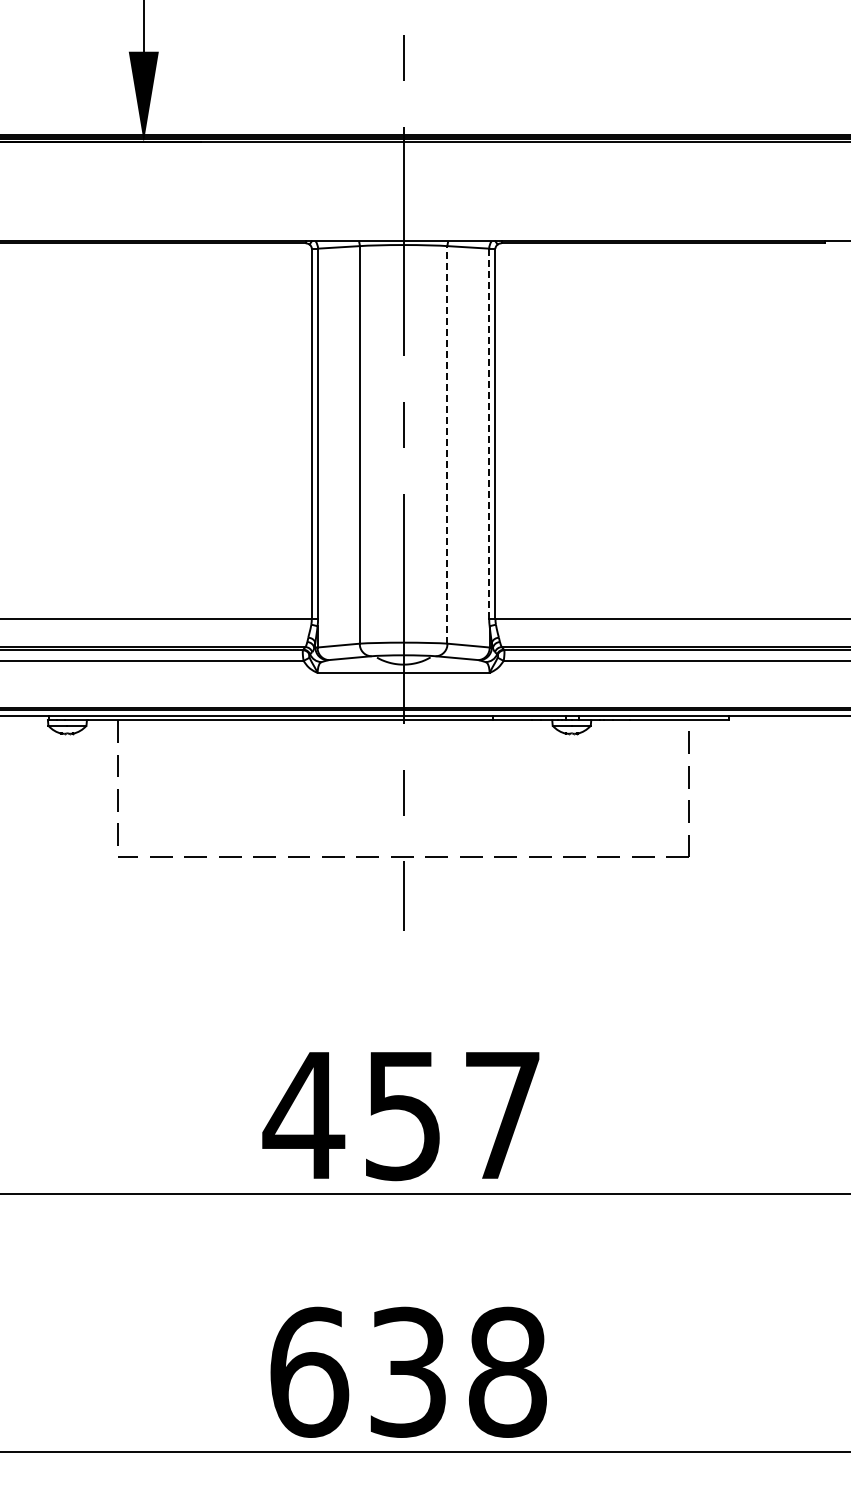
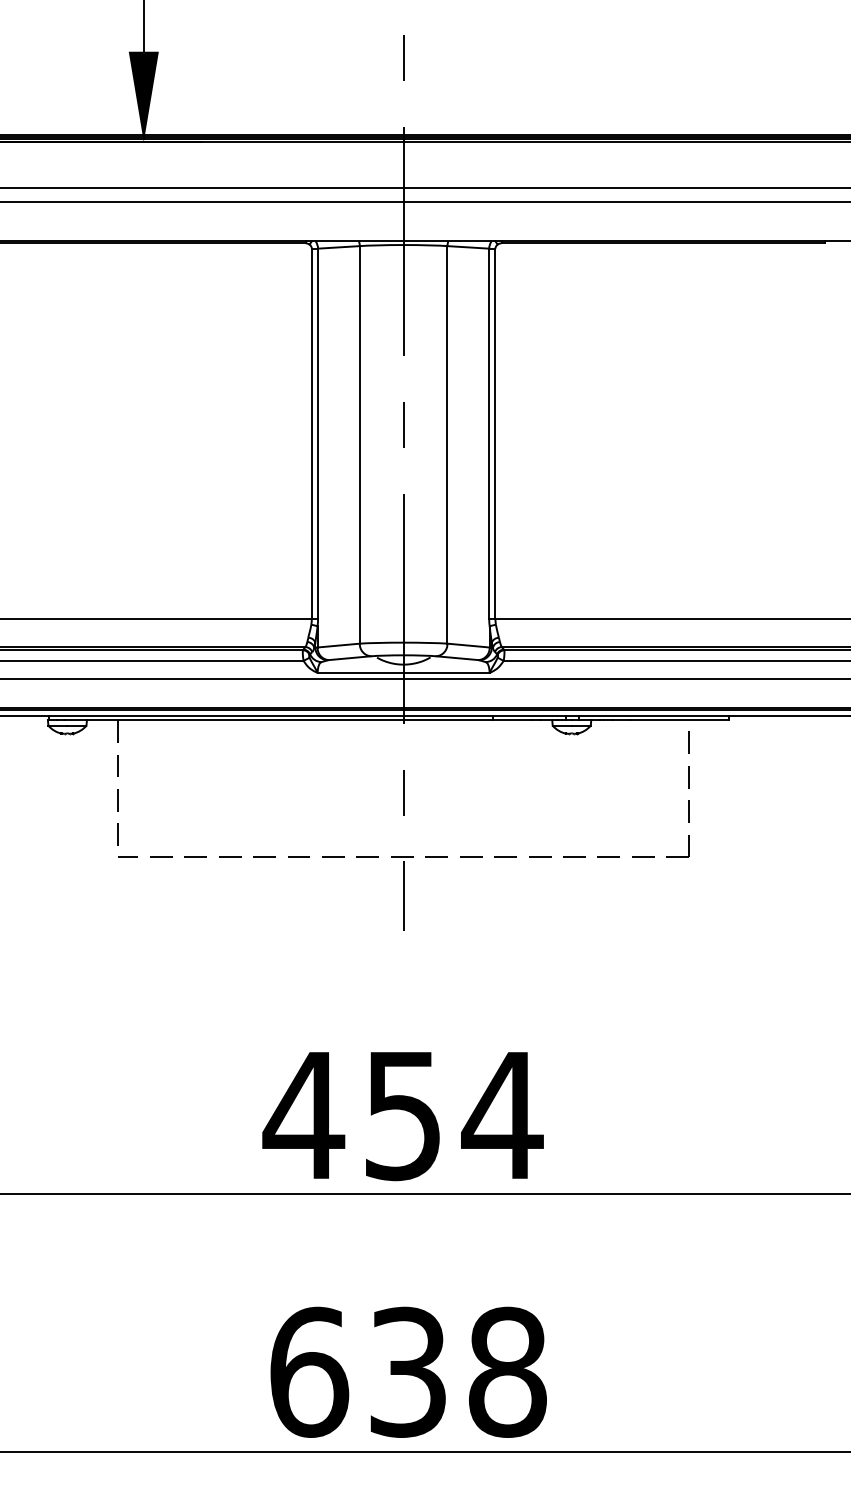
line at (424, 187): none -> present
line at (424, 202): none -> present
line at (489, 433): dashed -> solid
line at (447, 444): dashed -> solid
line at (424, 678): none -> present
text at (502, 1115): 457 -> 454
